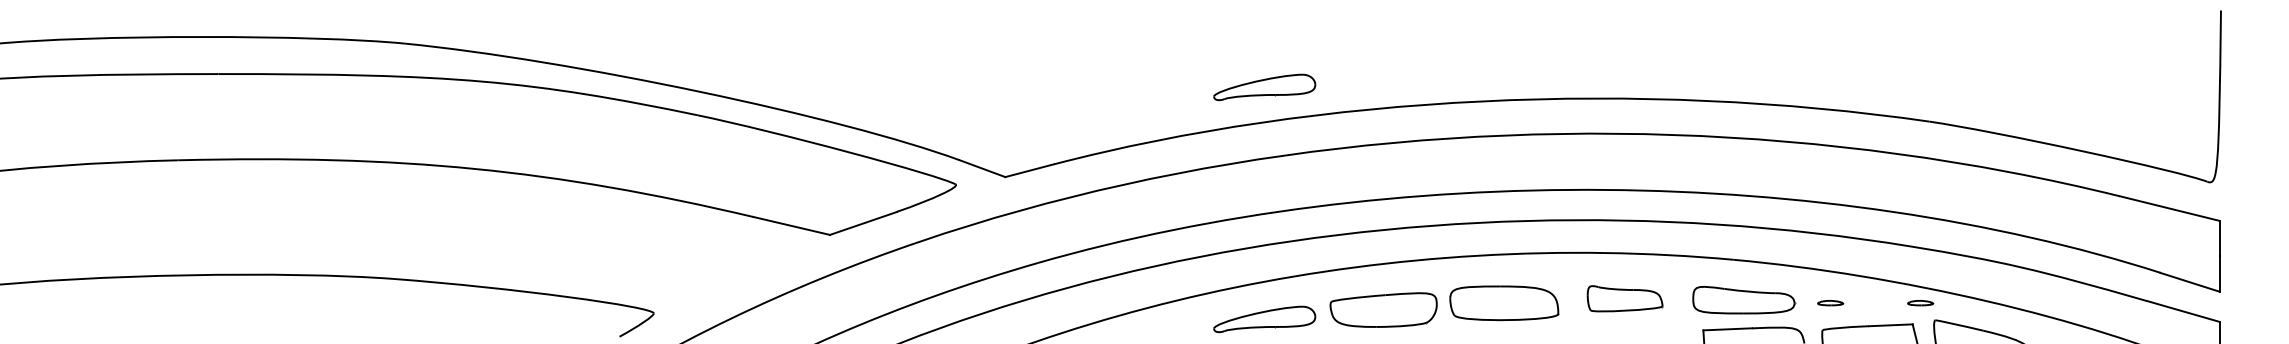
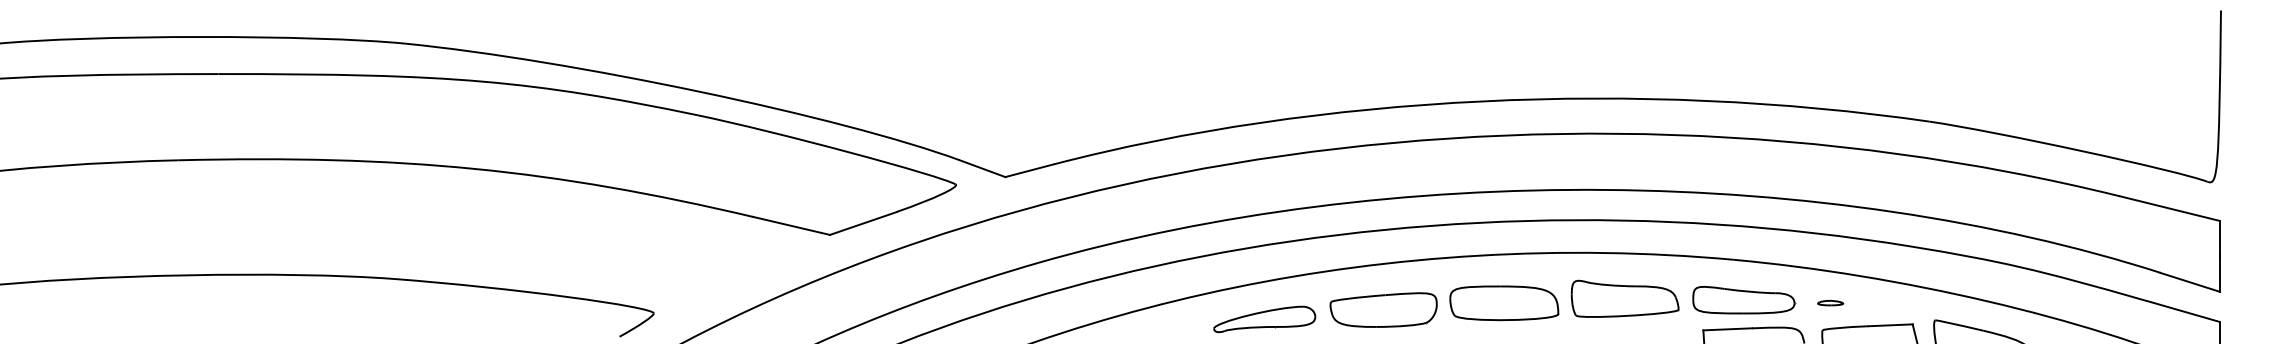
part at (1264, 87): present -> none
part at (1624, 298) size: 78x28 px -> 110x39 px
part at (1920, 303): present -> none
